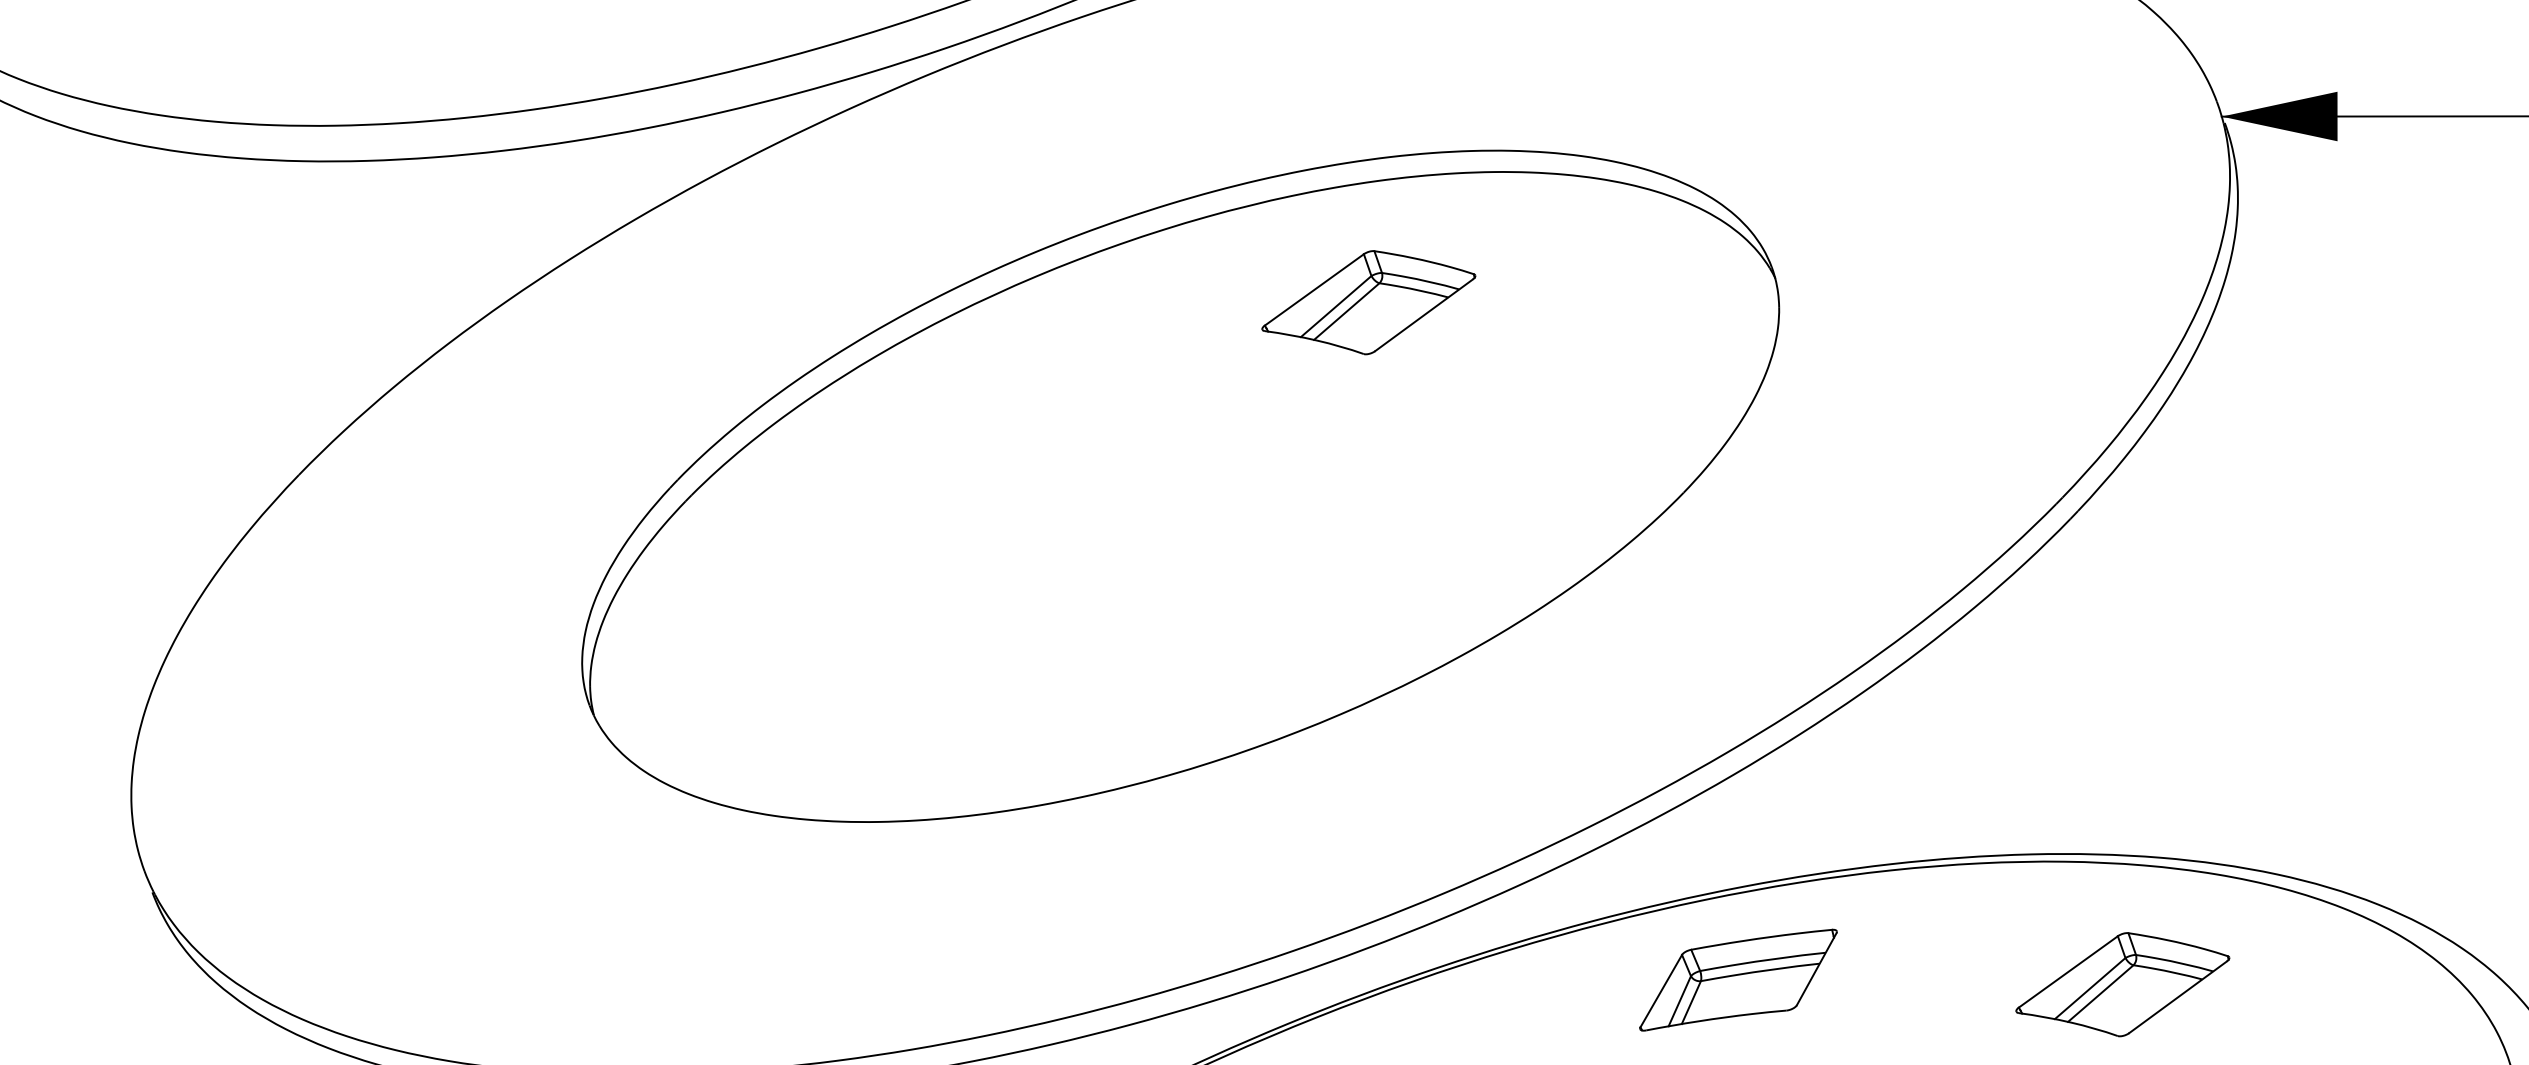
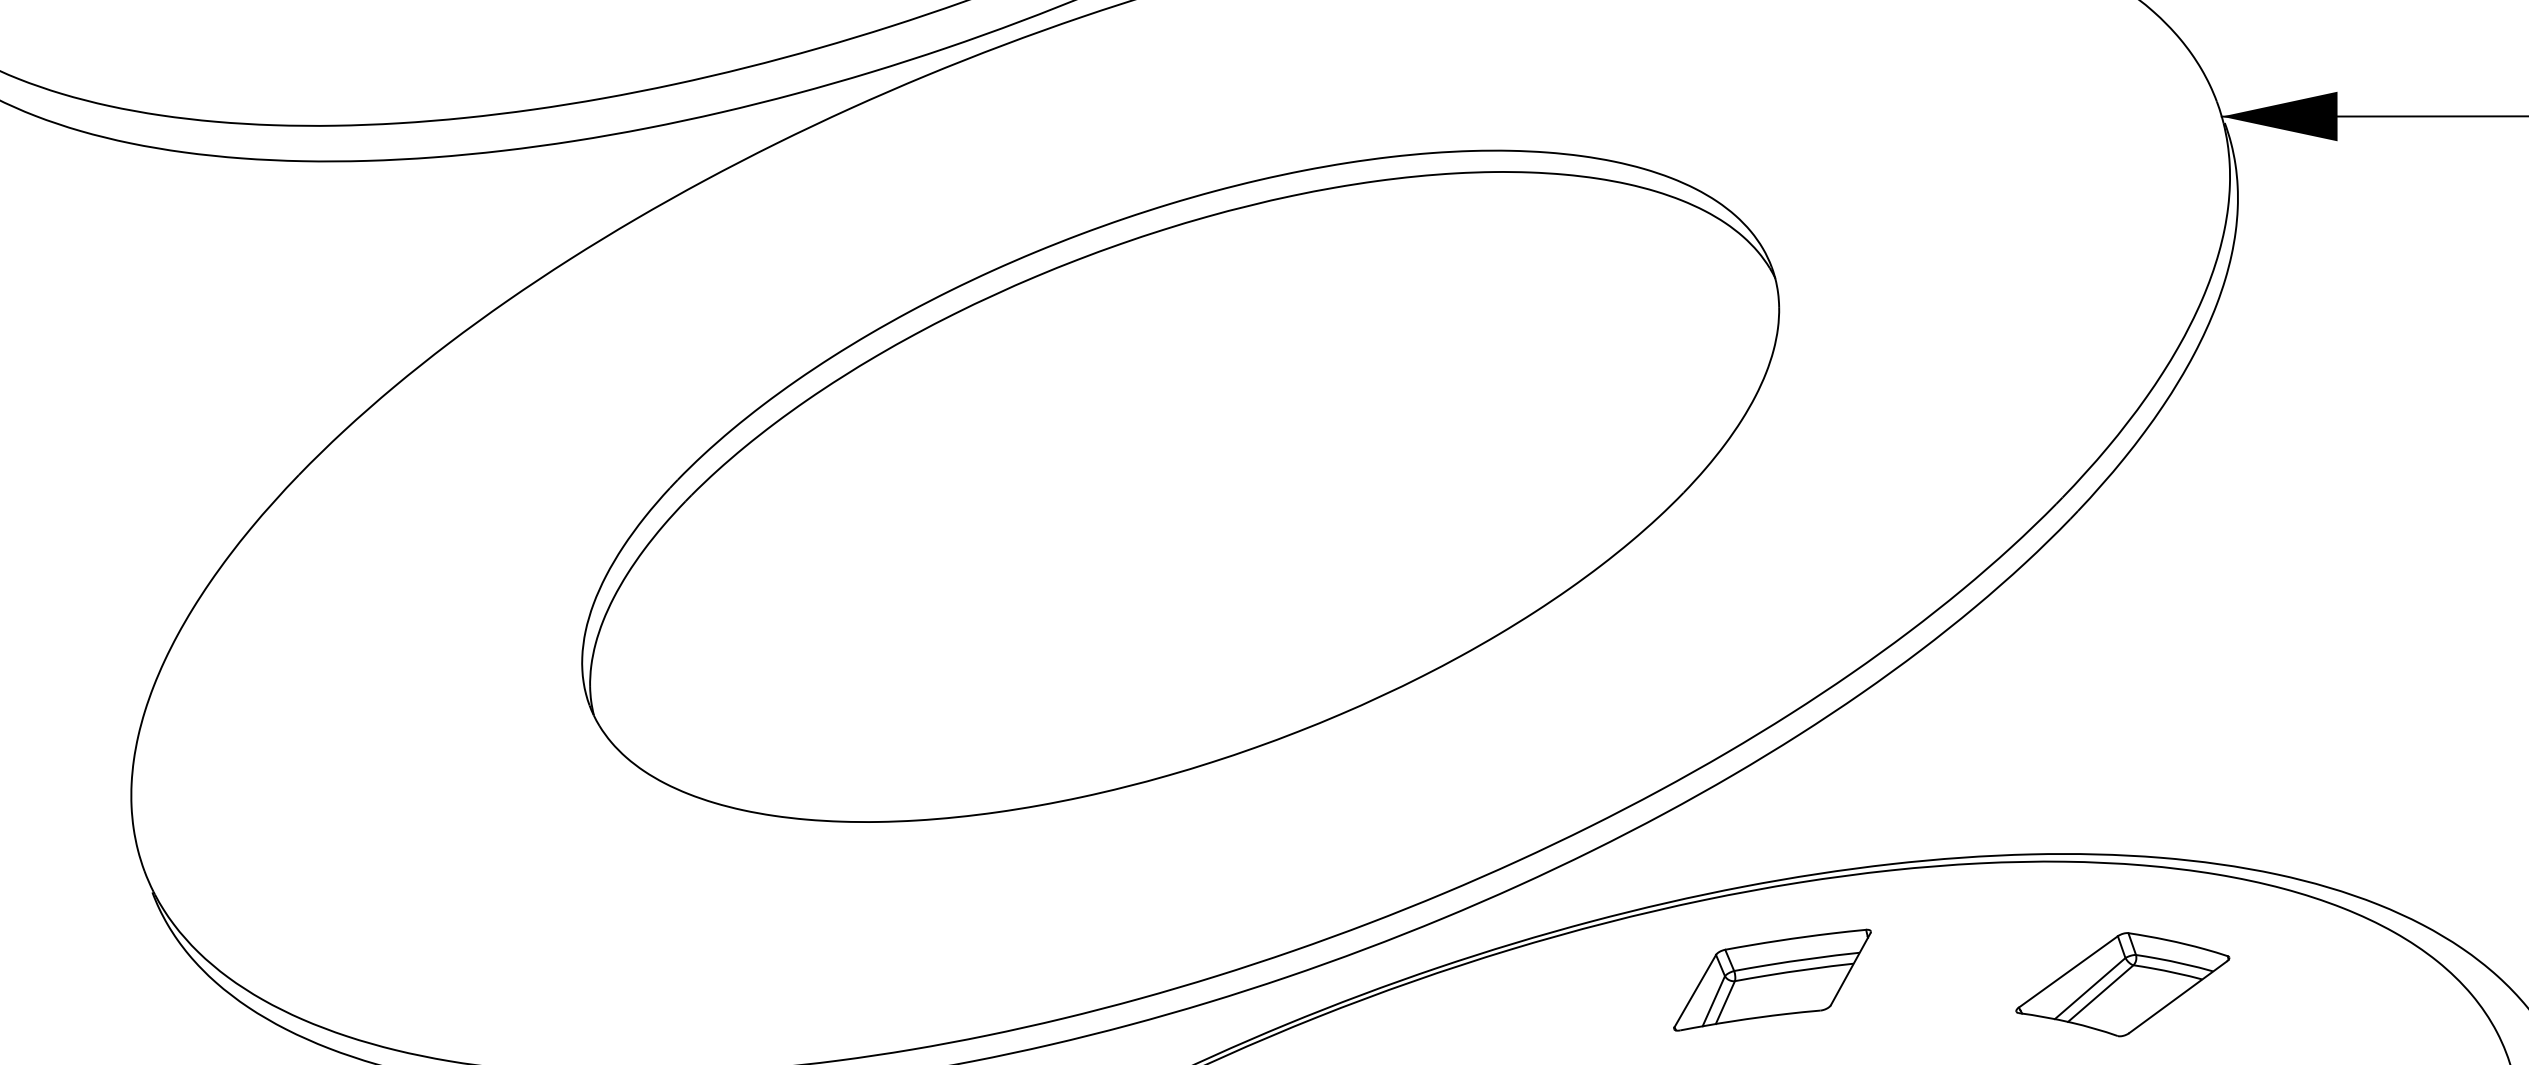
part at (1368, 302): present -> none
part at (1738, 979) position: (1738, 979) -> (1772, 979)
